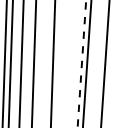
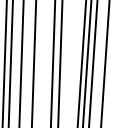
line at (60, 63): none -> present
line at (81, 63): dashed -> solid
line at (93, 63): none -> present
